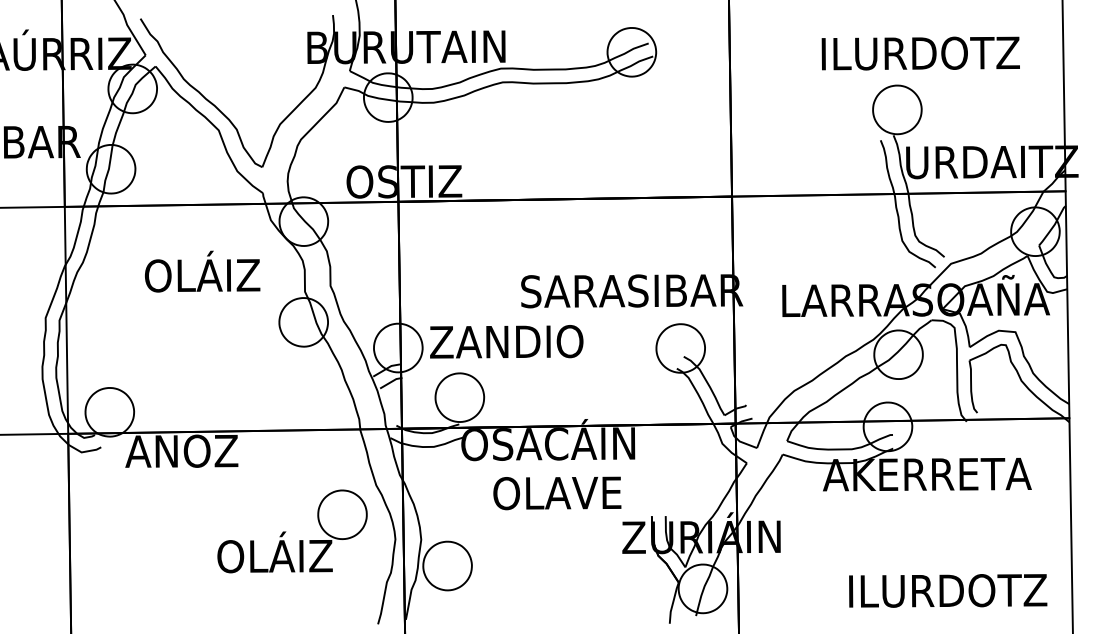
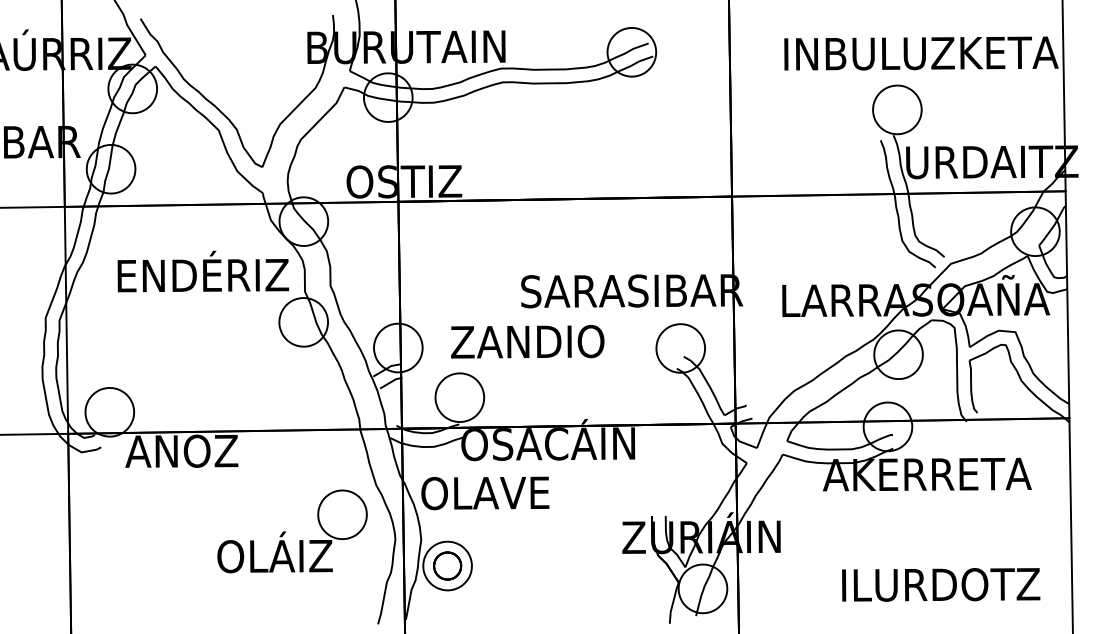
text at (921, 53): ILURDOTZ -> INBULUZKETA
text at (203, 271): OLÁIZ -> ENDÉRIZ
text at (506, 341) position: (506, 341) -> (527, 341)
text at (557, 493) position: (557, 493) -> (485, 493)
part at (447, 565): none -> present
text at (948, 590) position: (948, 590) -> (941, 584)
